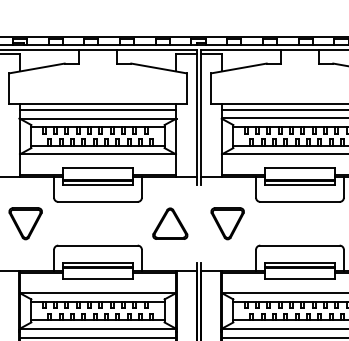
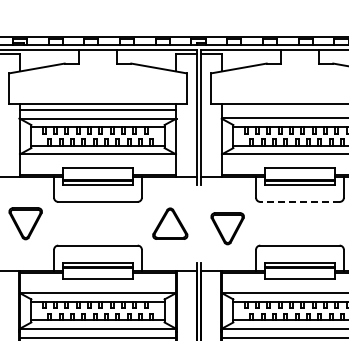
line at (283, 109): present -> none
line at (299, 201): solid -> dashed
part at (227, 223) position: (227, 223) -> (227, 228)
